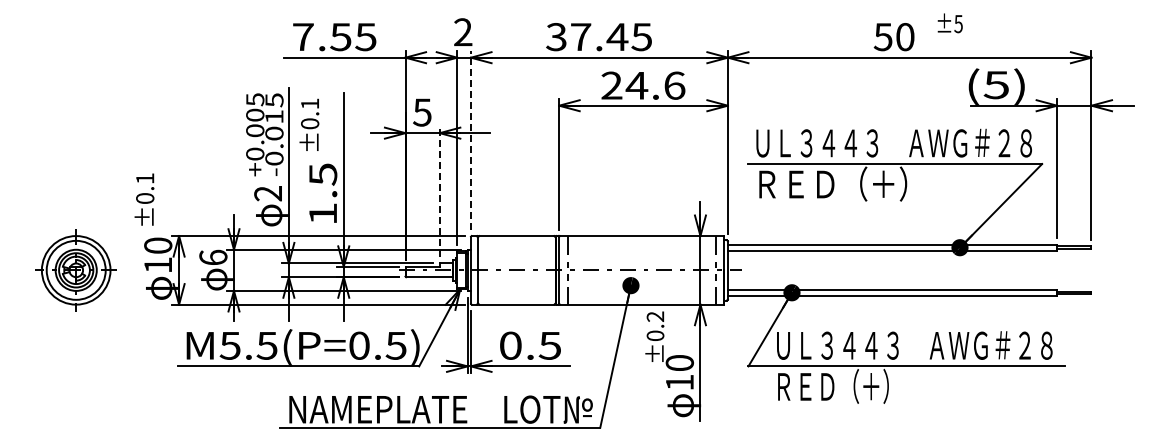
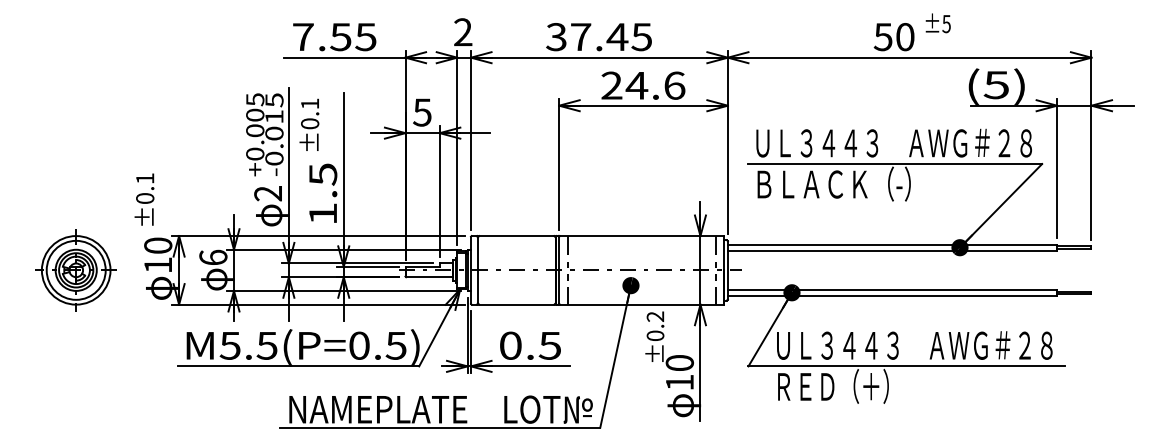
text at (949, 23) position: (949, 23) -> (937, 23)
line at (471, 140): dashed -> solid
text at (833, 183): ＲＥＤ（＋） -> ＢＬＡＣＫ（-）
line at (439, 190): dashed -> solid
